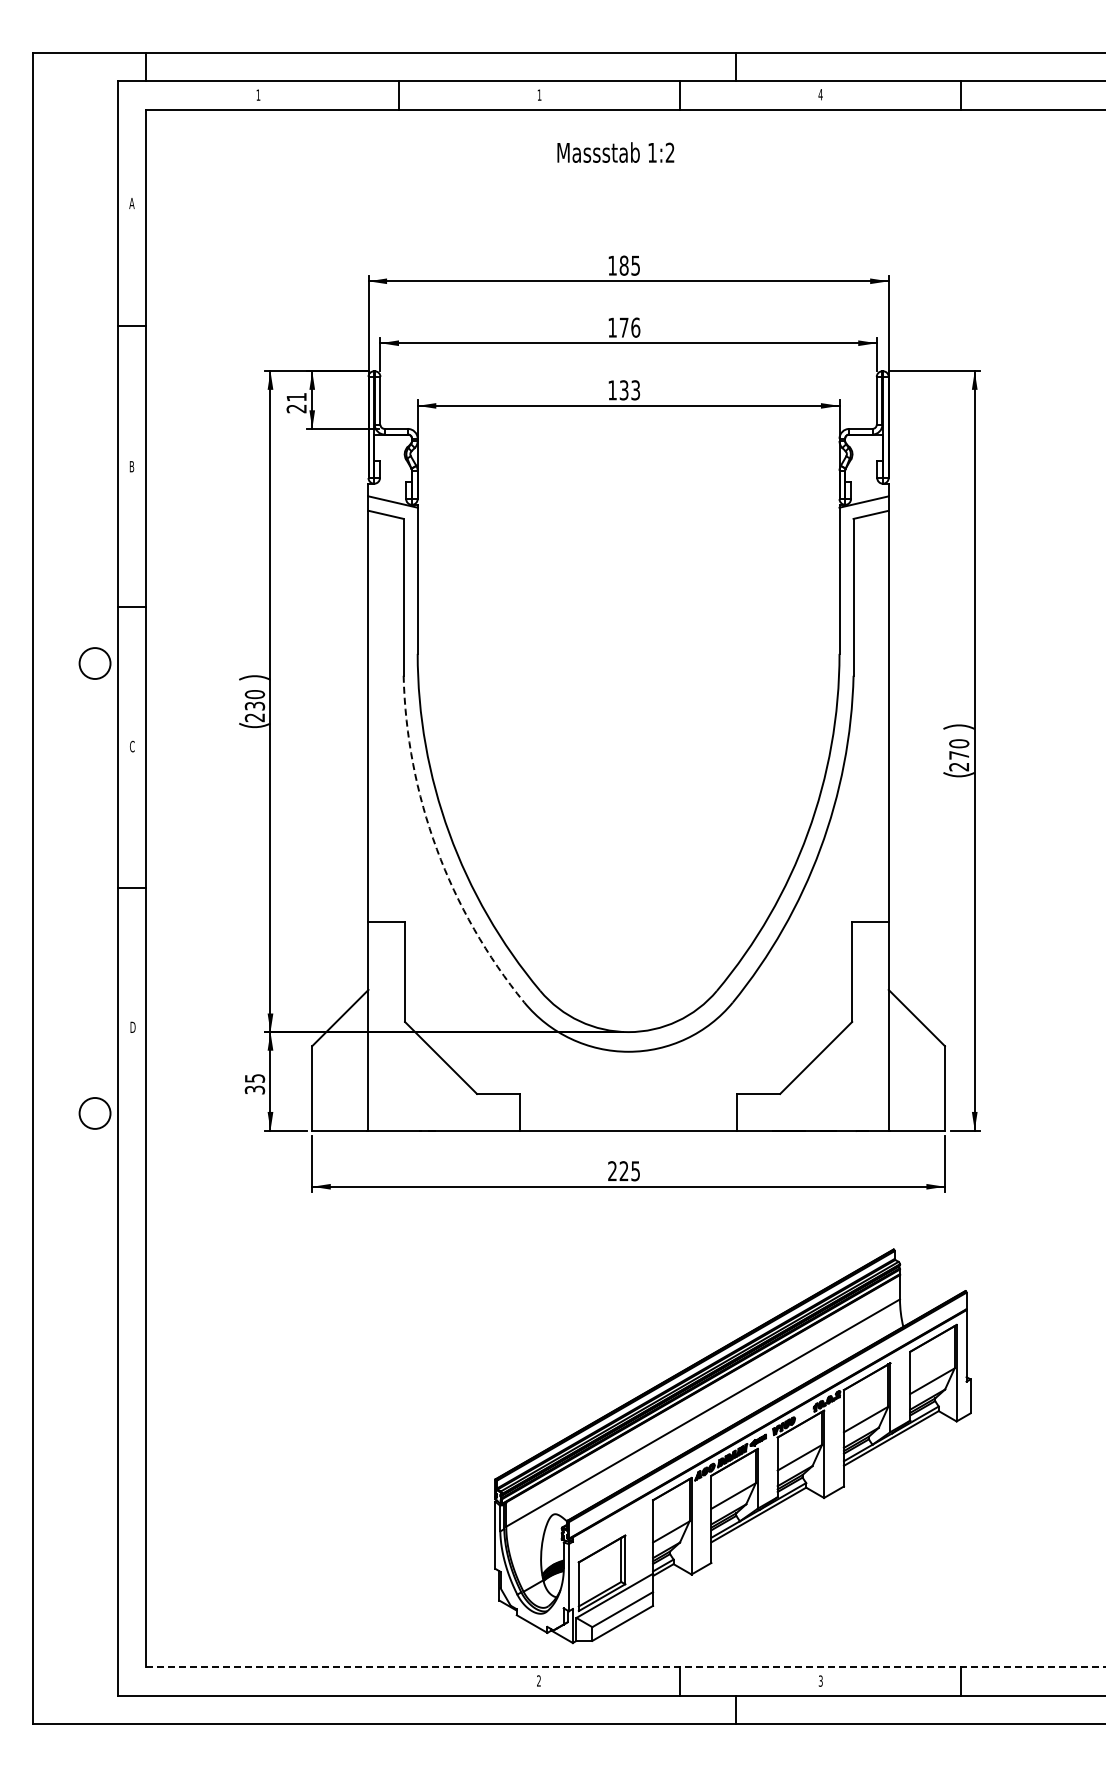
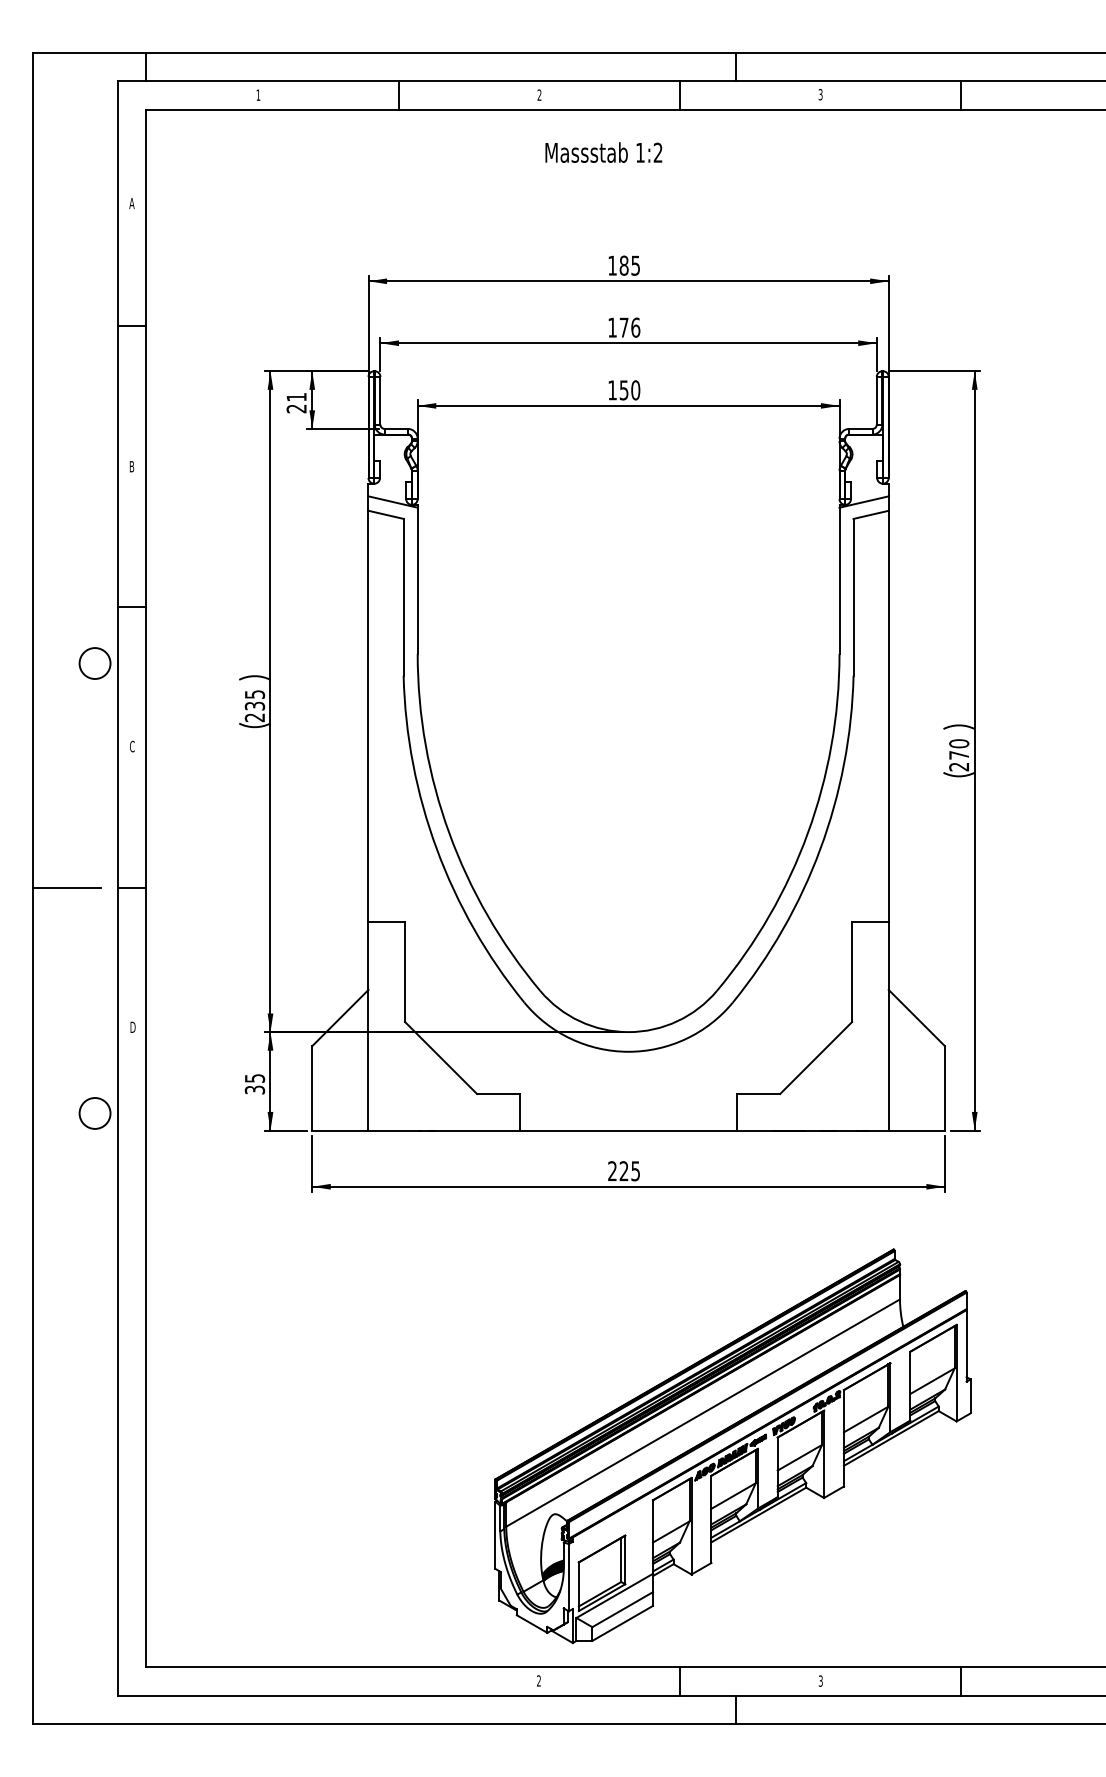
text at (539, 94): 1 -> 2
text at (820, 94): 4 -> 3
text at (615, 152) position: (615, 152) -> (603, 152)
text at (630, 390): 133 -> 150
text at (254, 694): 230 -> 235
arc at (436, 849): dashed -> solid
line at (66, 888): none -> present
line at (625, 1667): dashed -> solid
